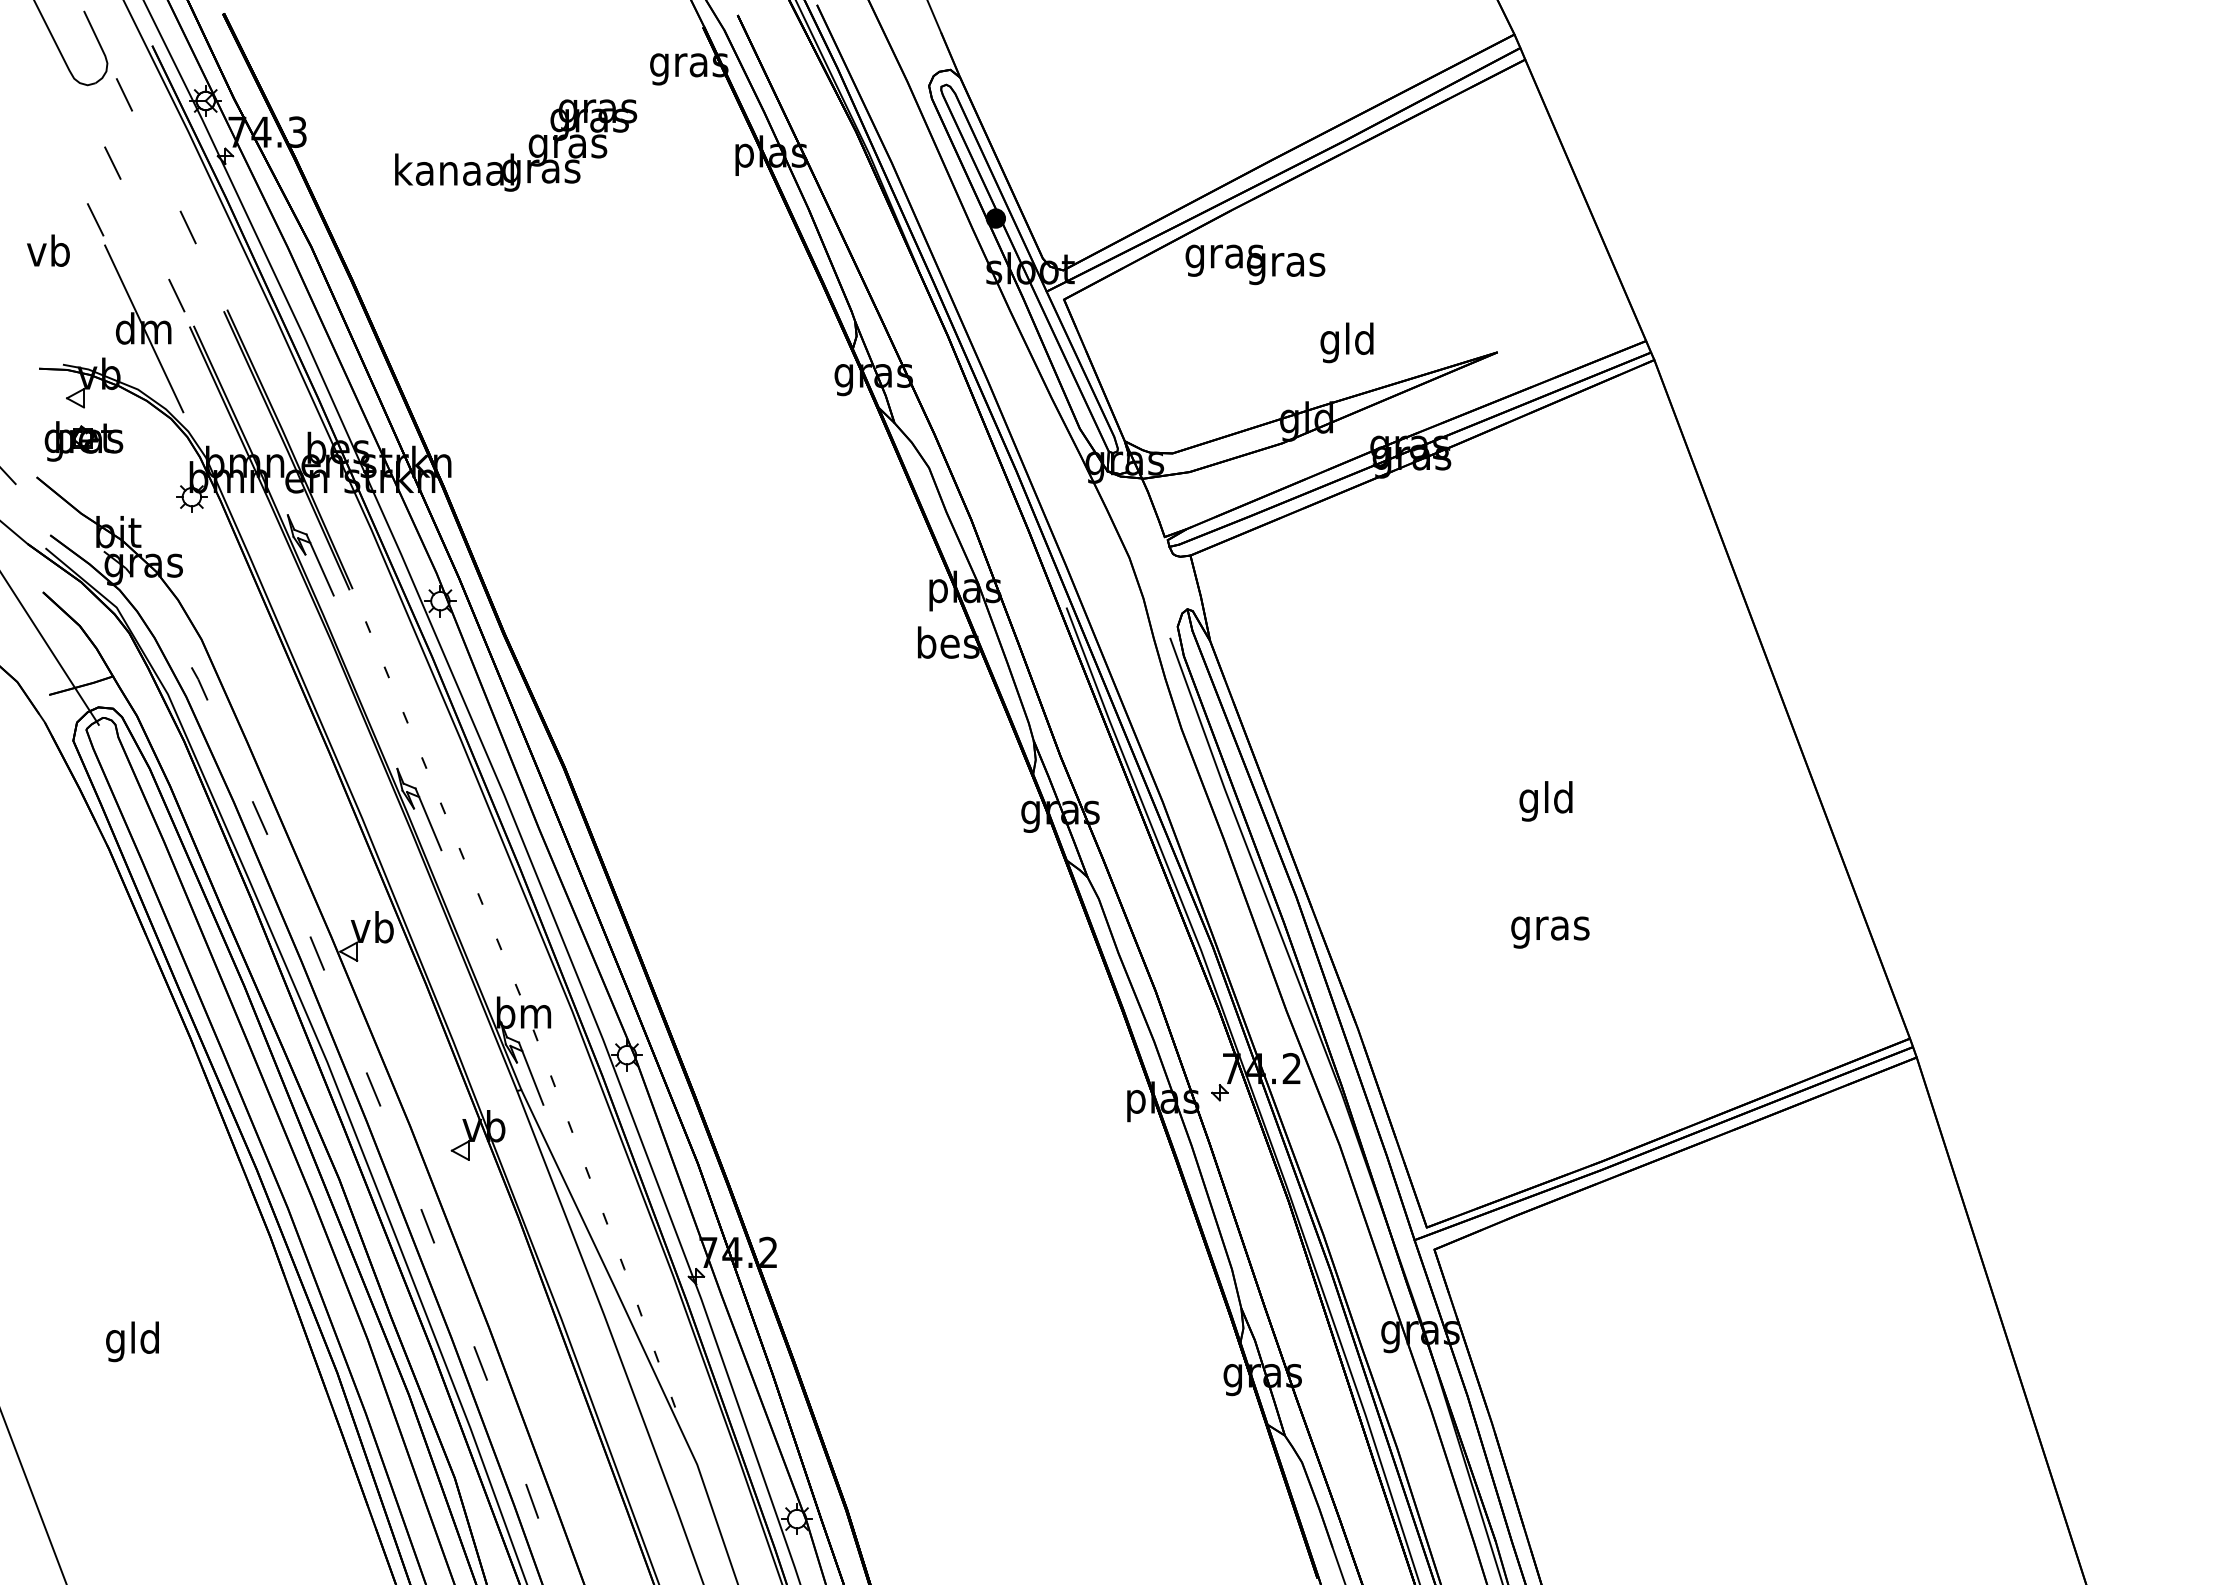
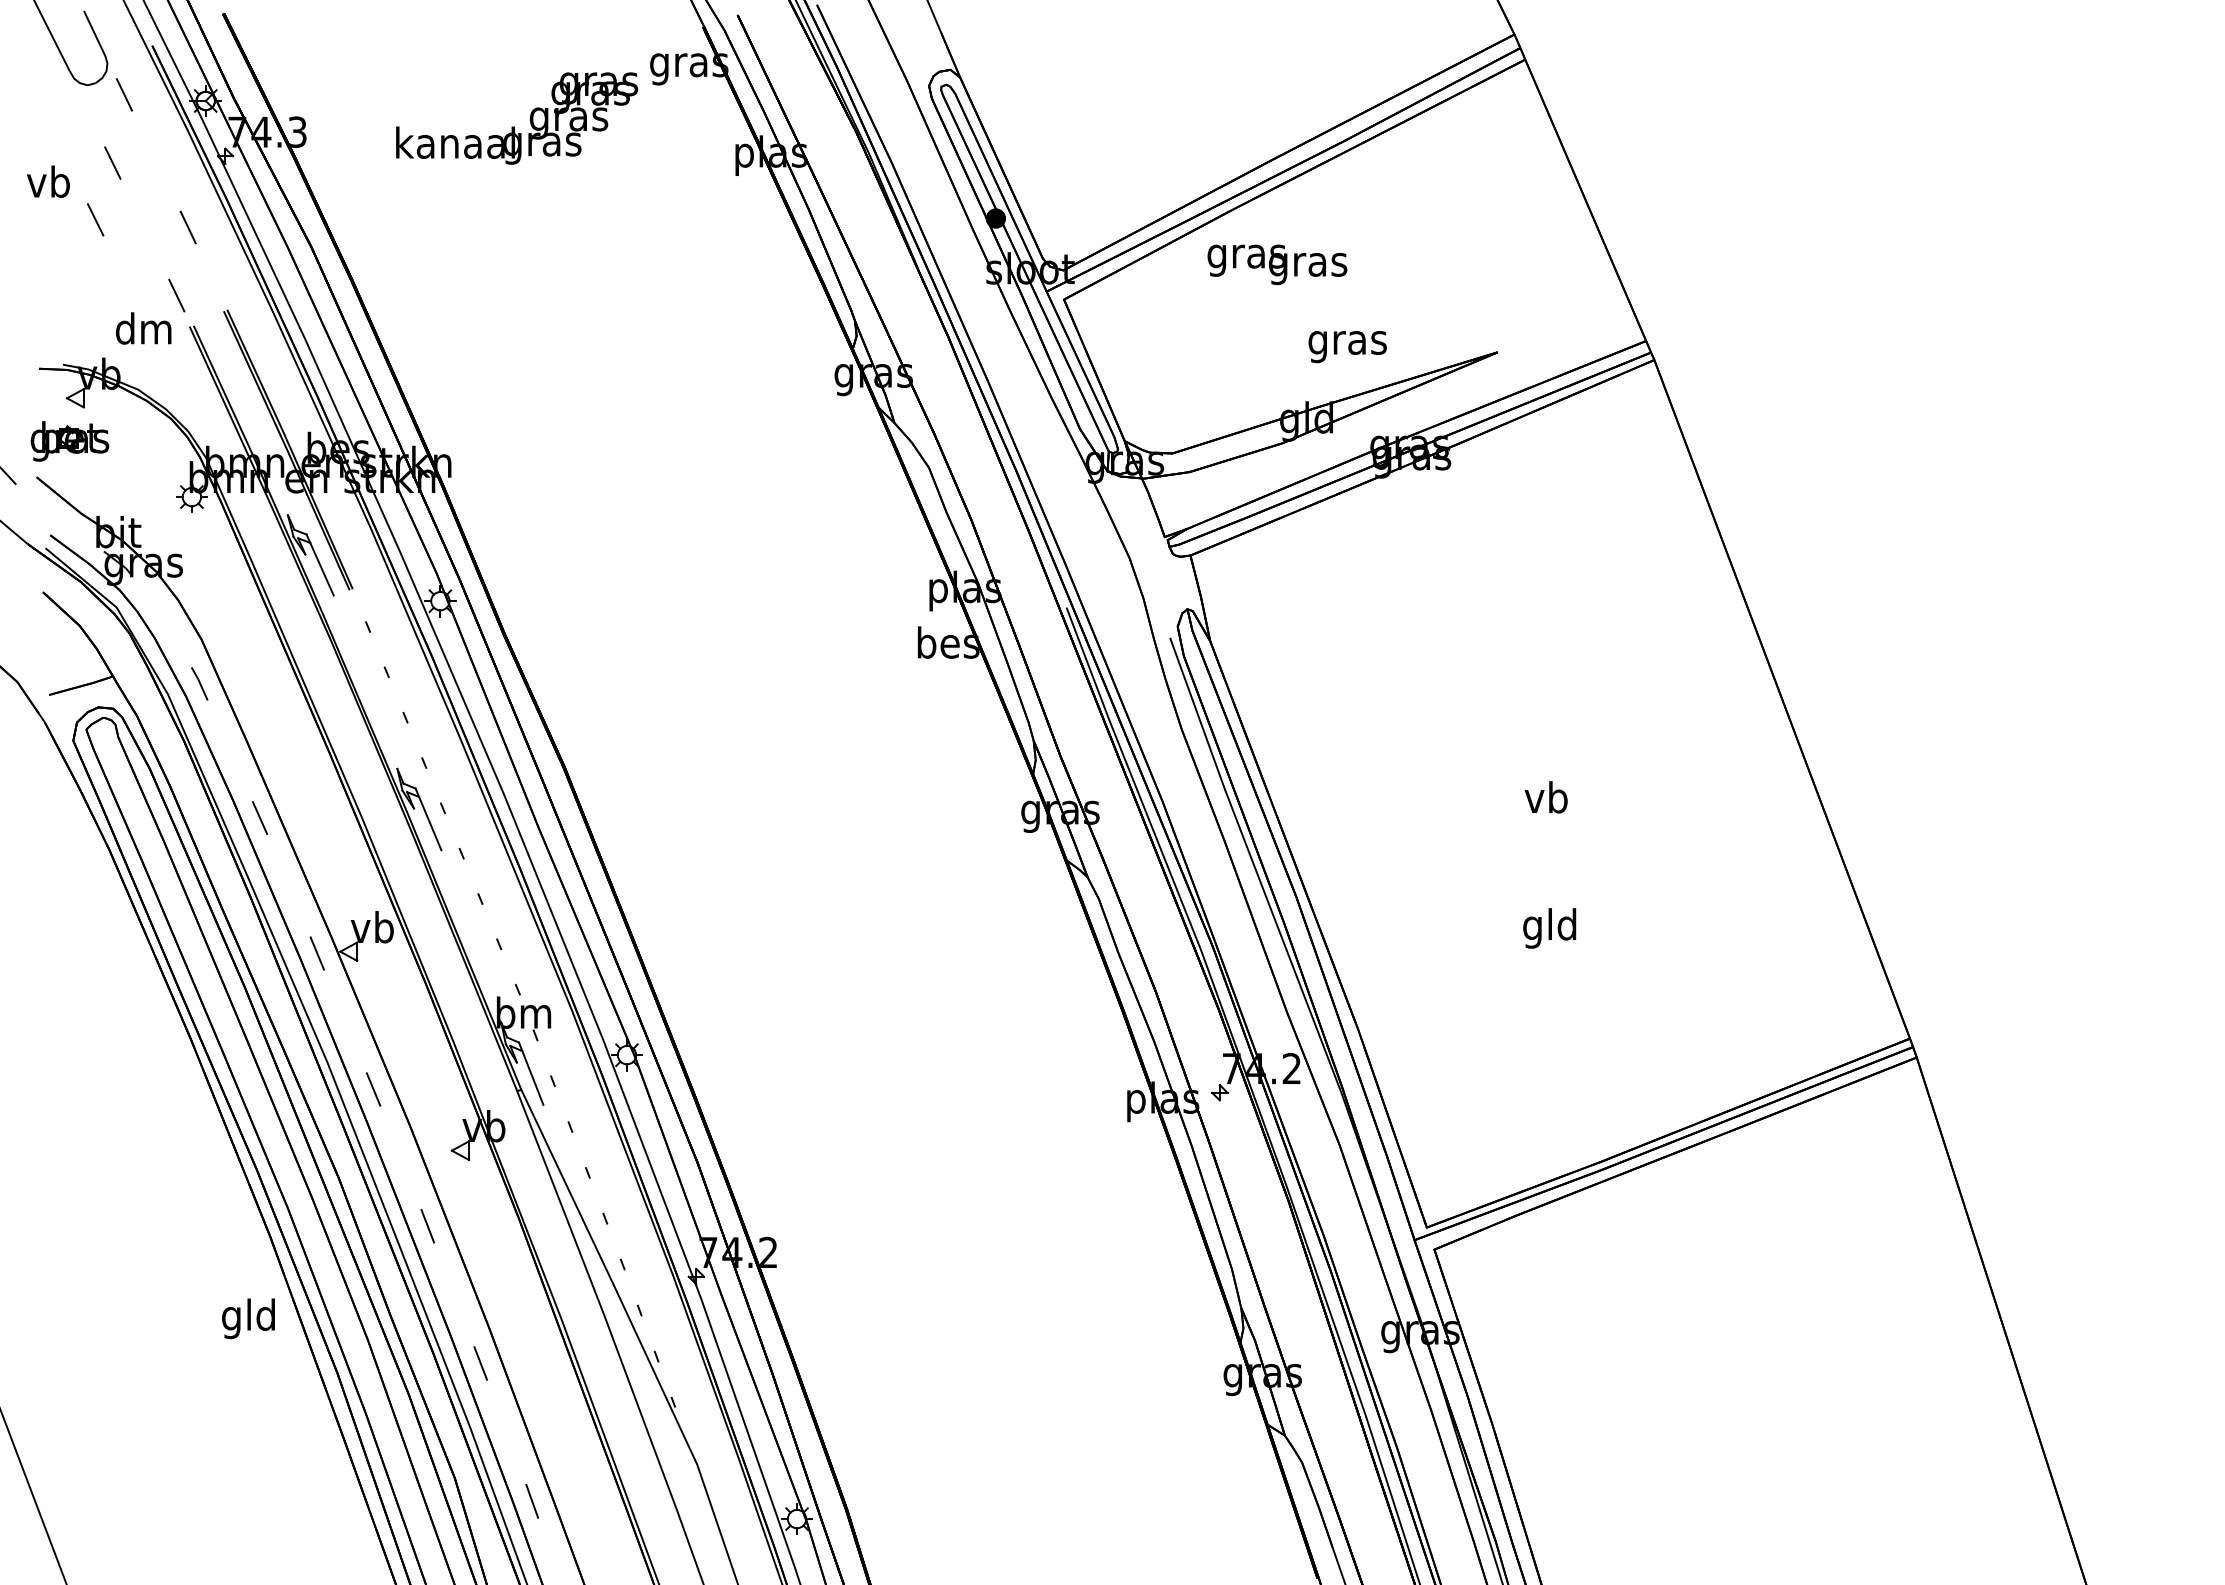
text at (516, 145) position: (516, 145) -> (517, 118)
text at (48, 250) position: (48, 250) -> (48, 181)
text at (1255, 264) position: (1255, 264) -> (1277, 264)
line at (144, 328): present -> none
text at (1347, 342): gld -> gras
part at (83, 441) position: (83, 441) -> (69, 441)
line at (50, 649): present -> none
text at (1545, 801): gld -> vb
text at (1550, 928): gras -> gld
text at (132, 1341) position: (132, 1341) -> (248, 1318)
